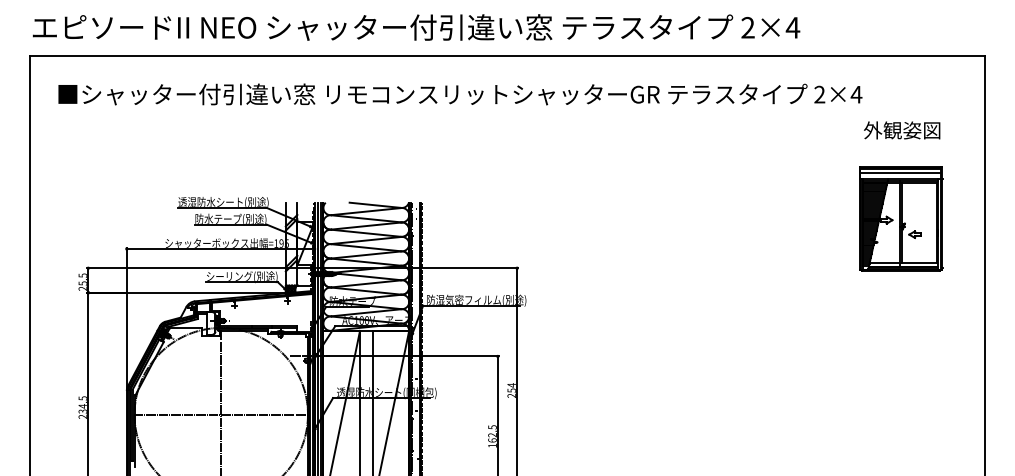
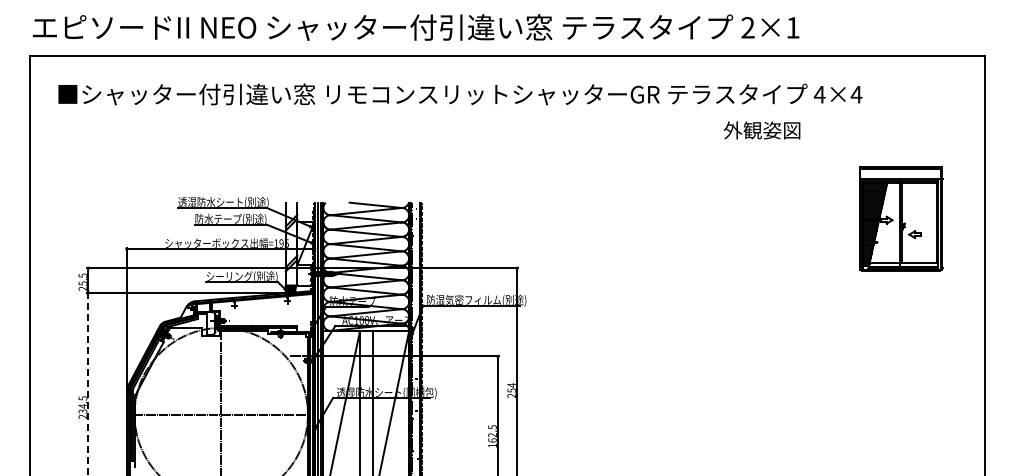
text at (792, 27): 2×4 -> 2×1
text at (819, 94): 2×4 -> 4×4
text at (902, 130) position: (902, 130) -> (762, 130)
line at (900, 172): present -> none
line at (88, 383): solid -> dashed
